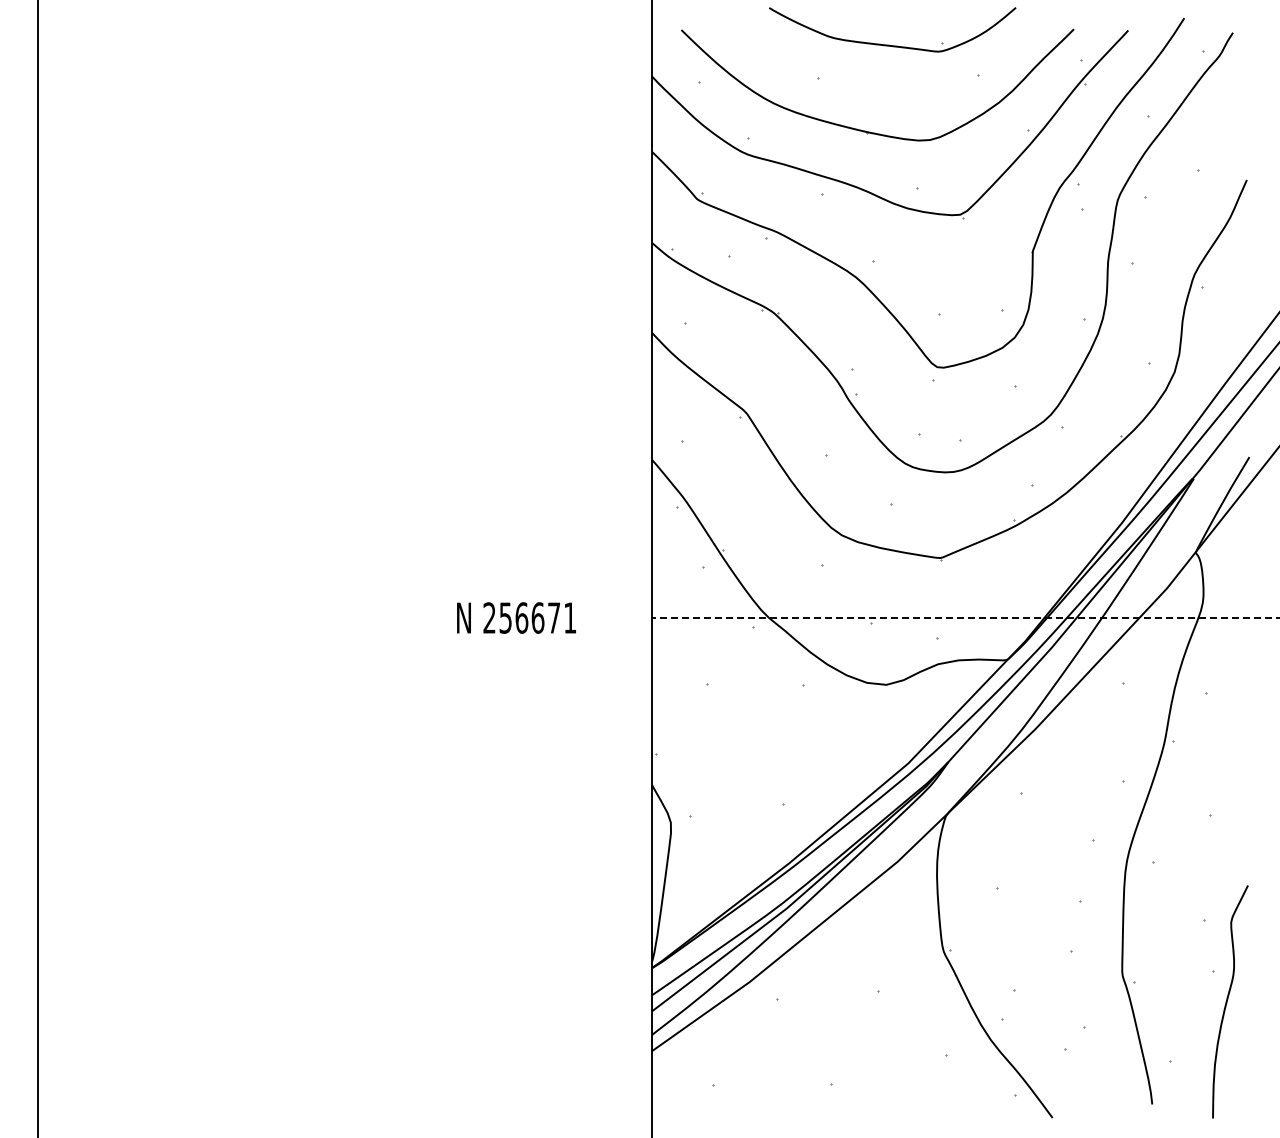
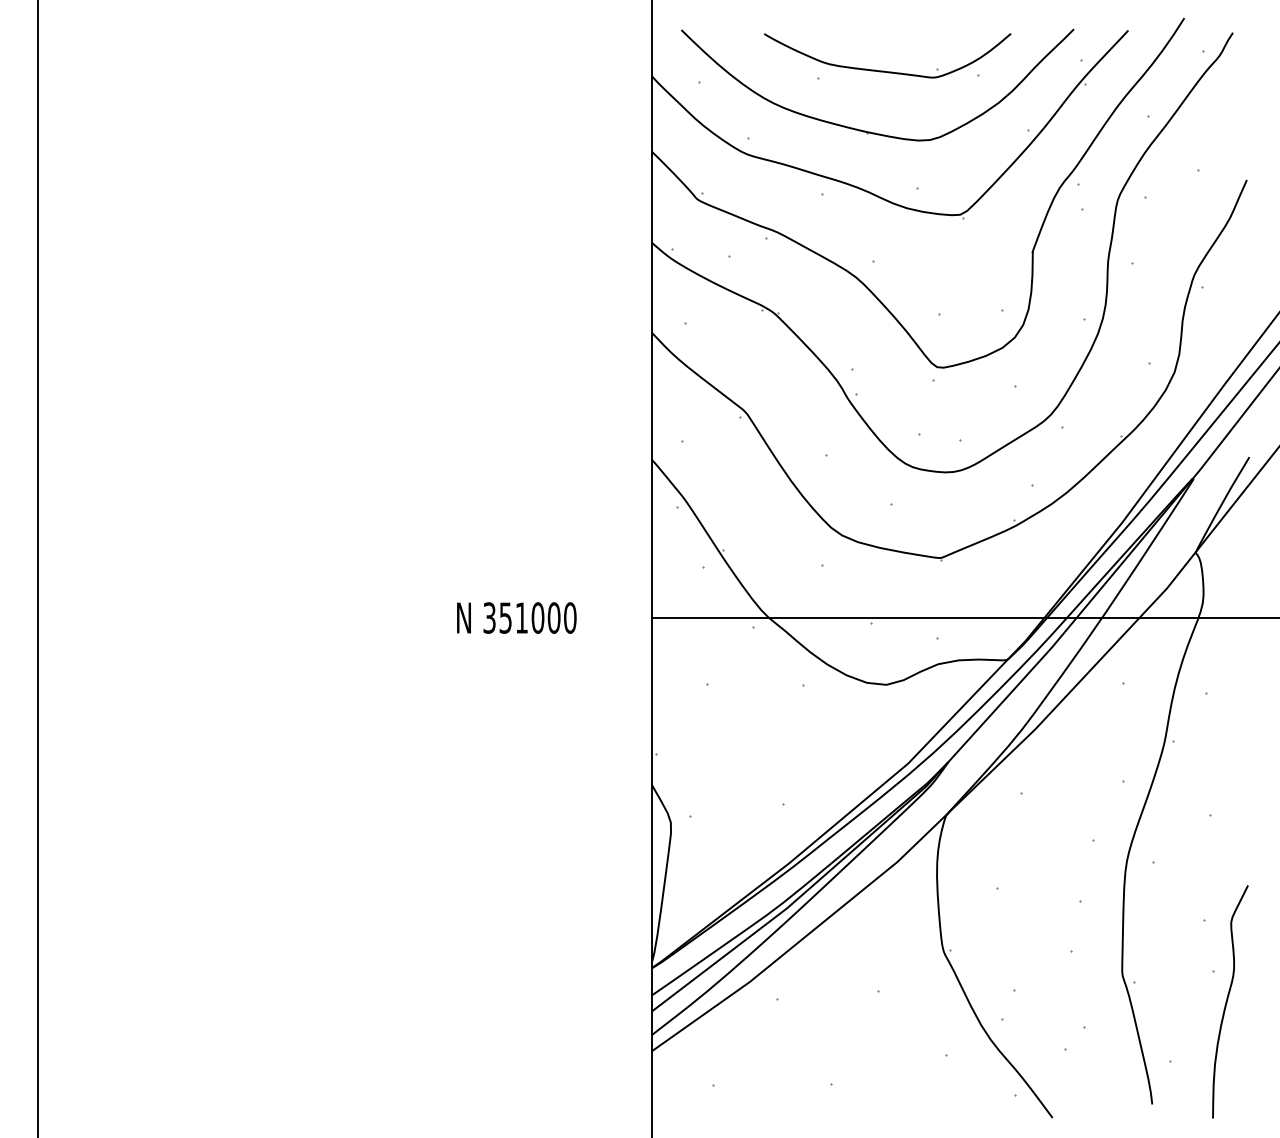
part at (889, 44) position: (889, 44) -> (884, 70)
text at (529, 617): 256671 -> 351000
line at (965, 618): dashed -> solid
